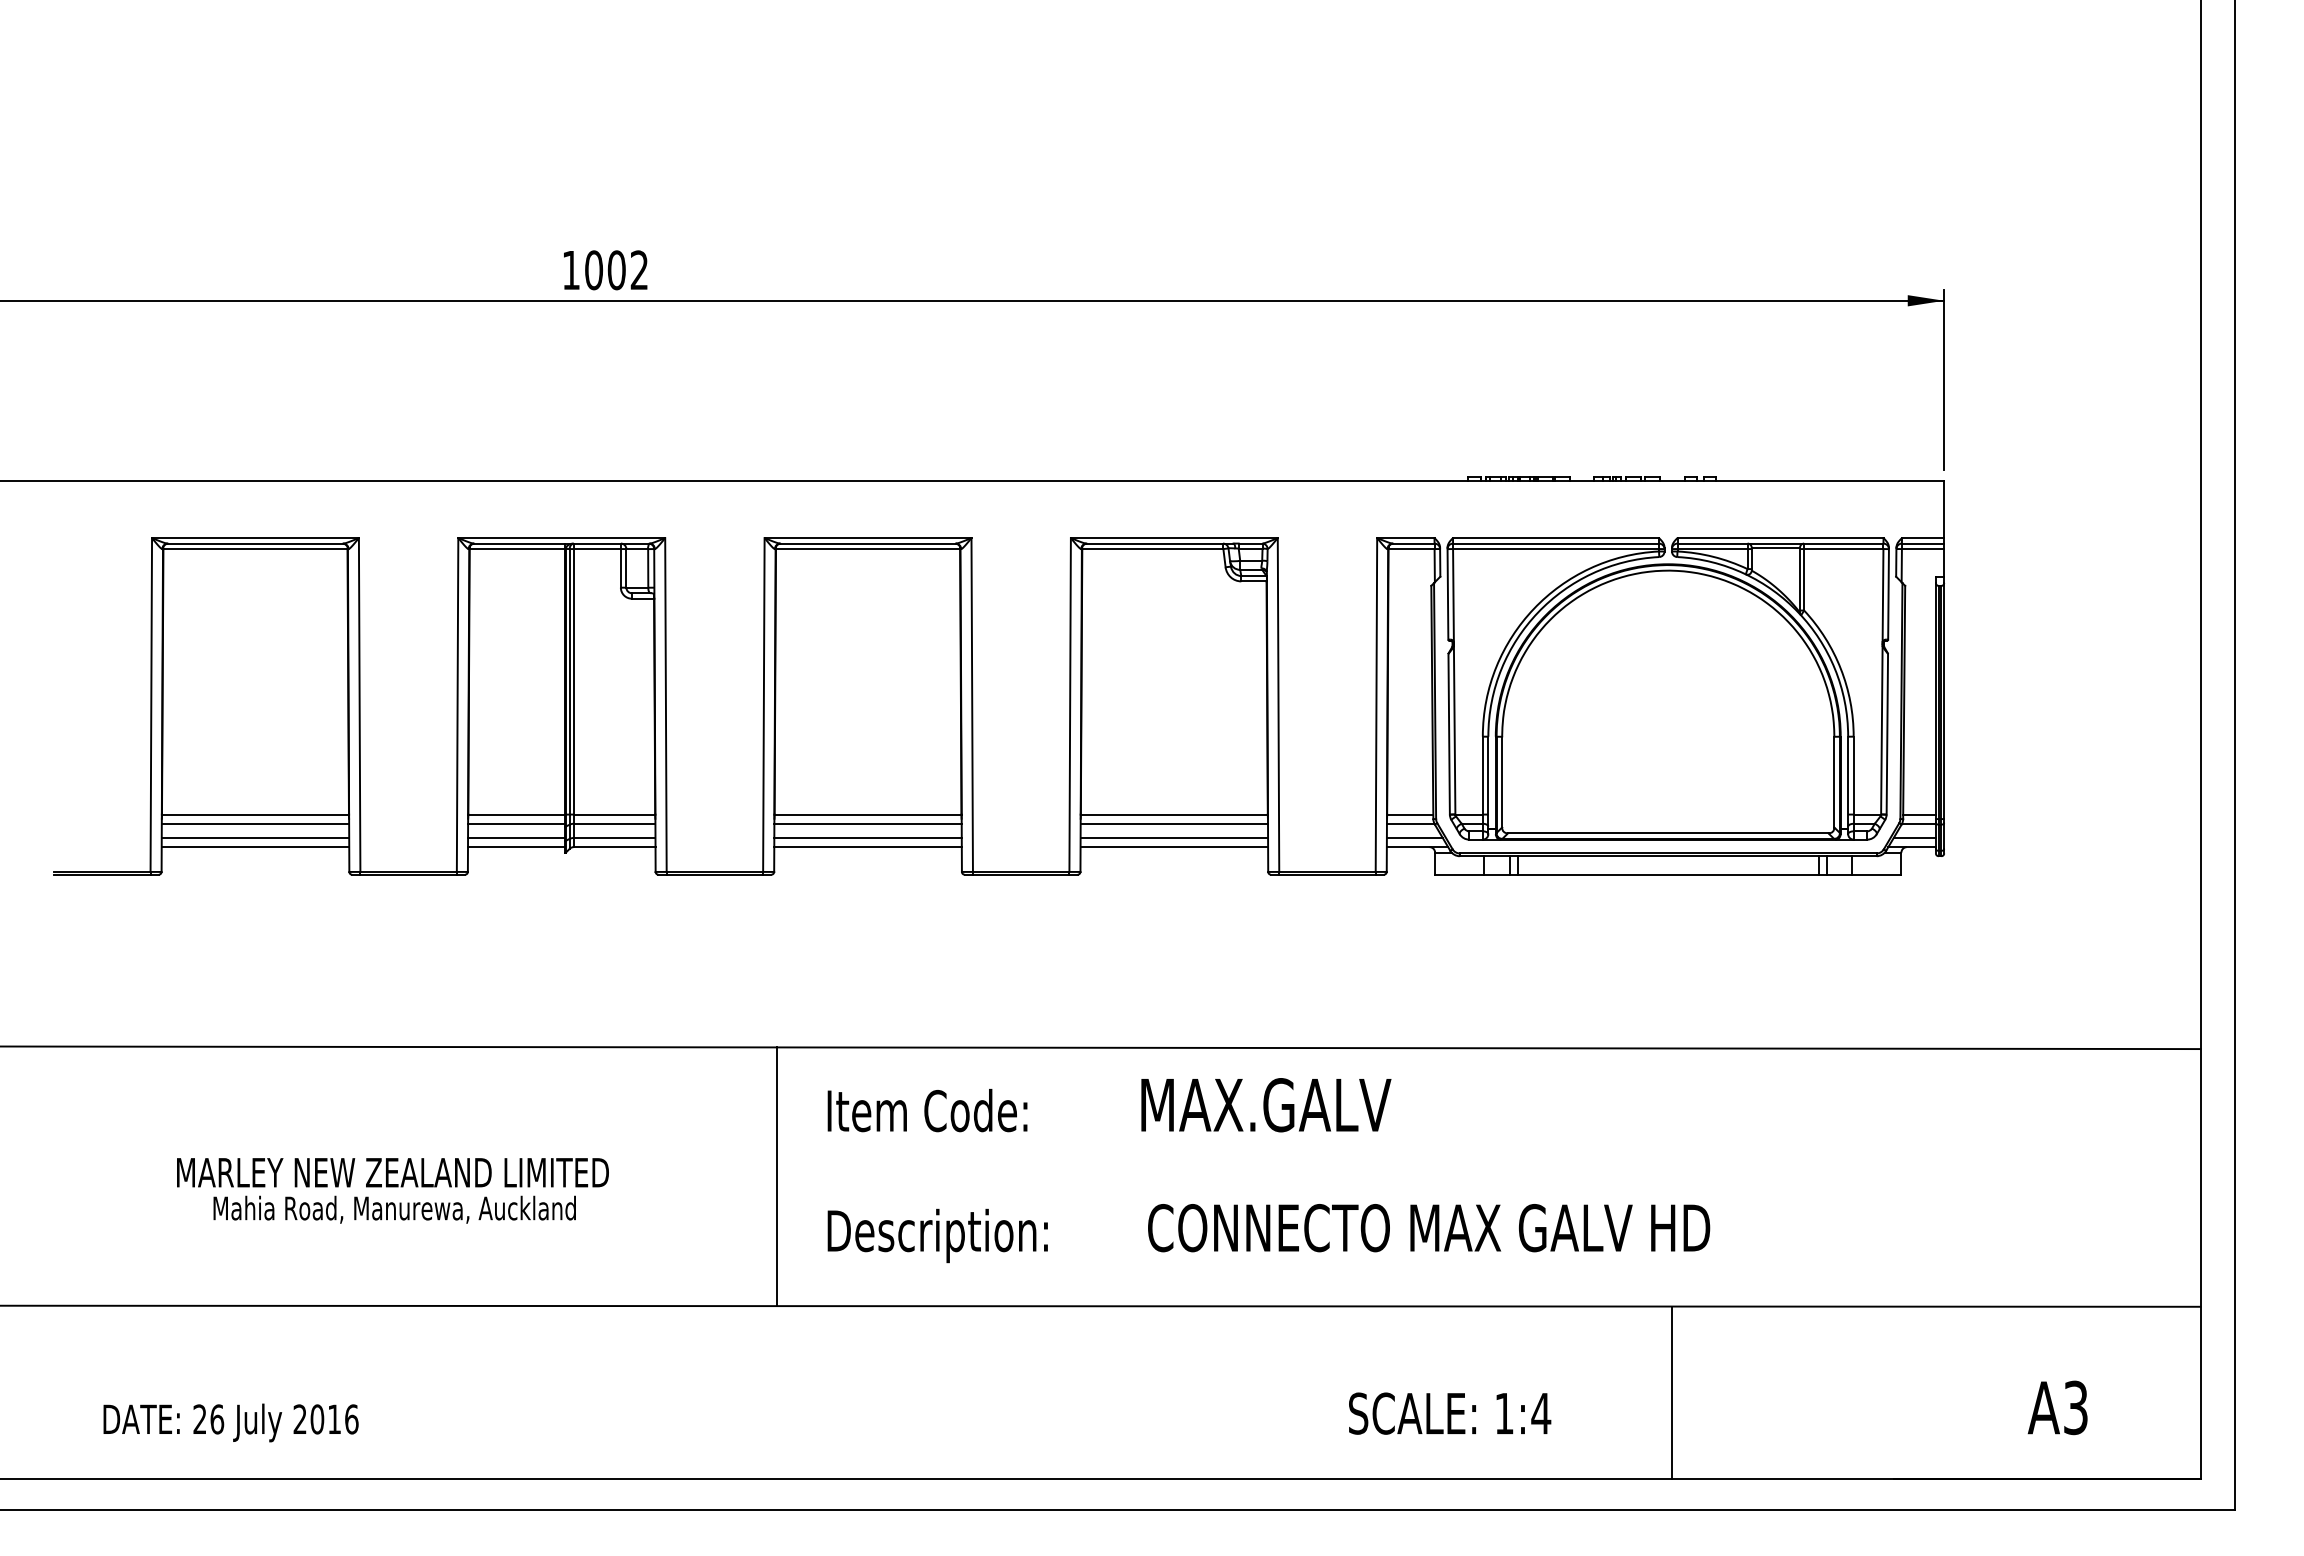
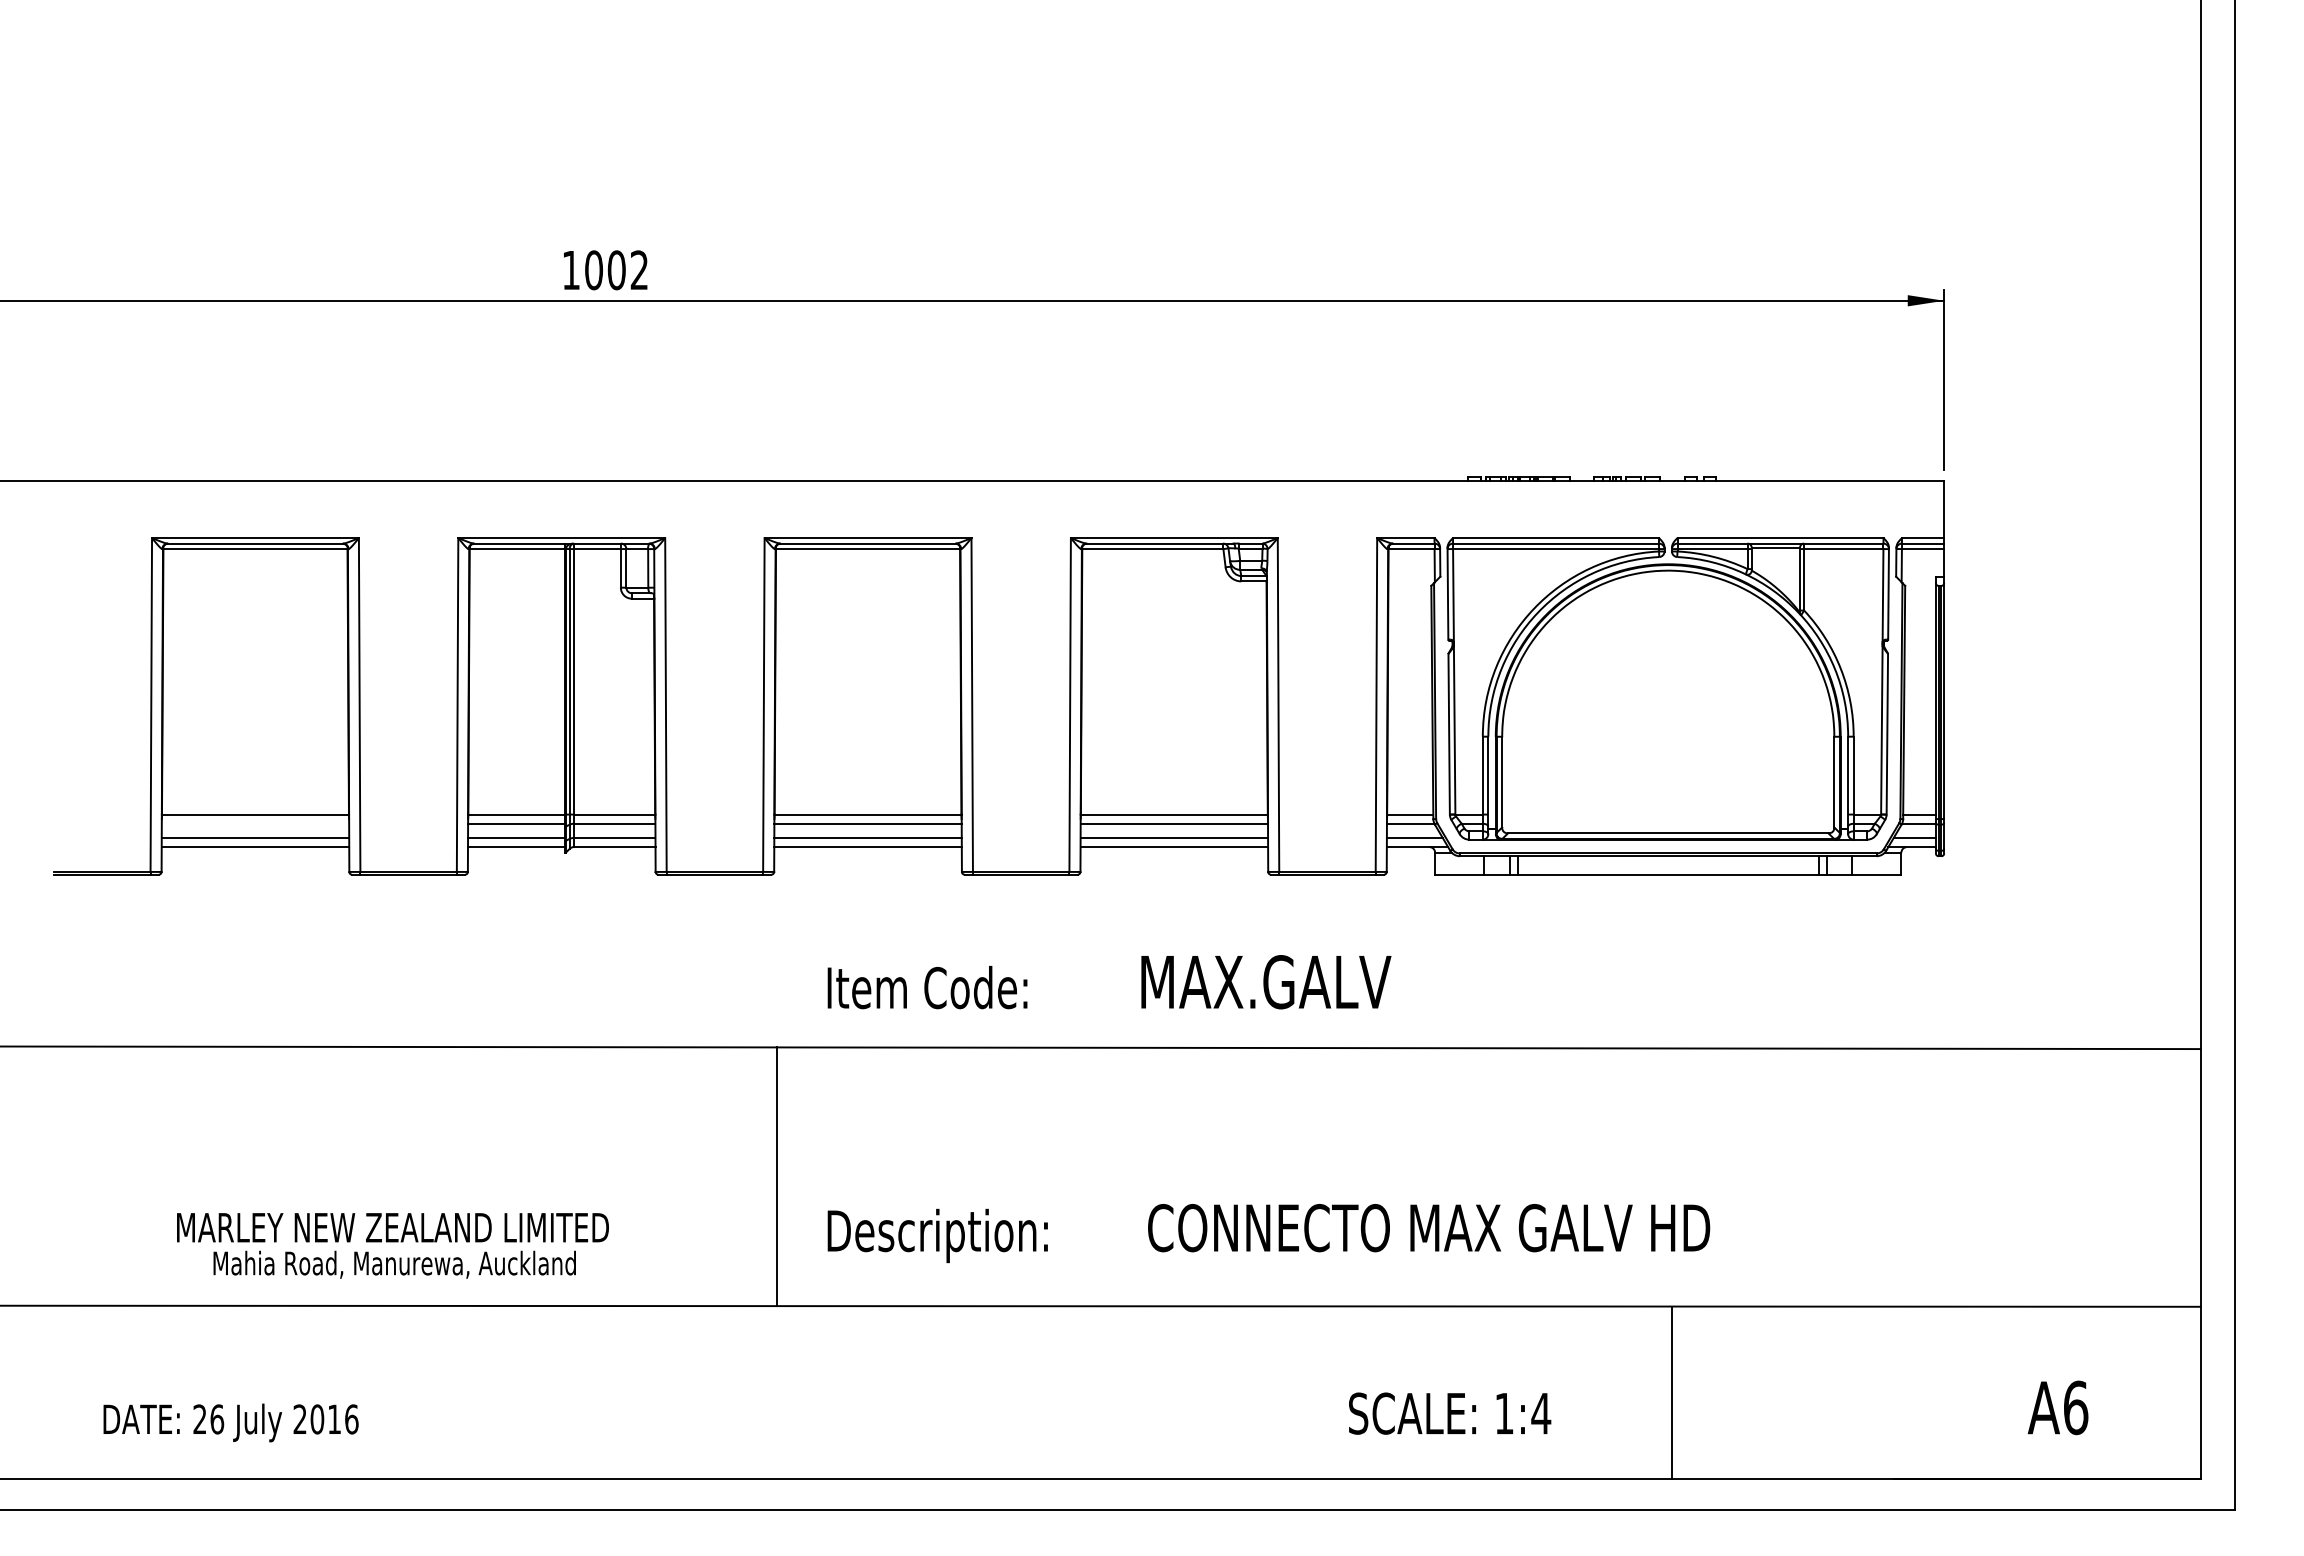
line at (255, 823): present -> none
text at (1109, 1105) position: (1109, 1105) -> (1109, 982)
text at (392, 1190) position: (392, 1190) -> (392, 1245)
text at (2076, 1407): A3 -> A6
